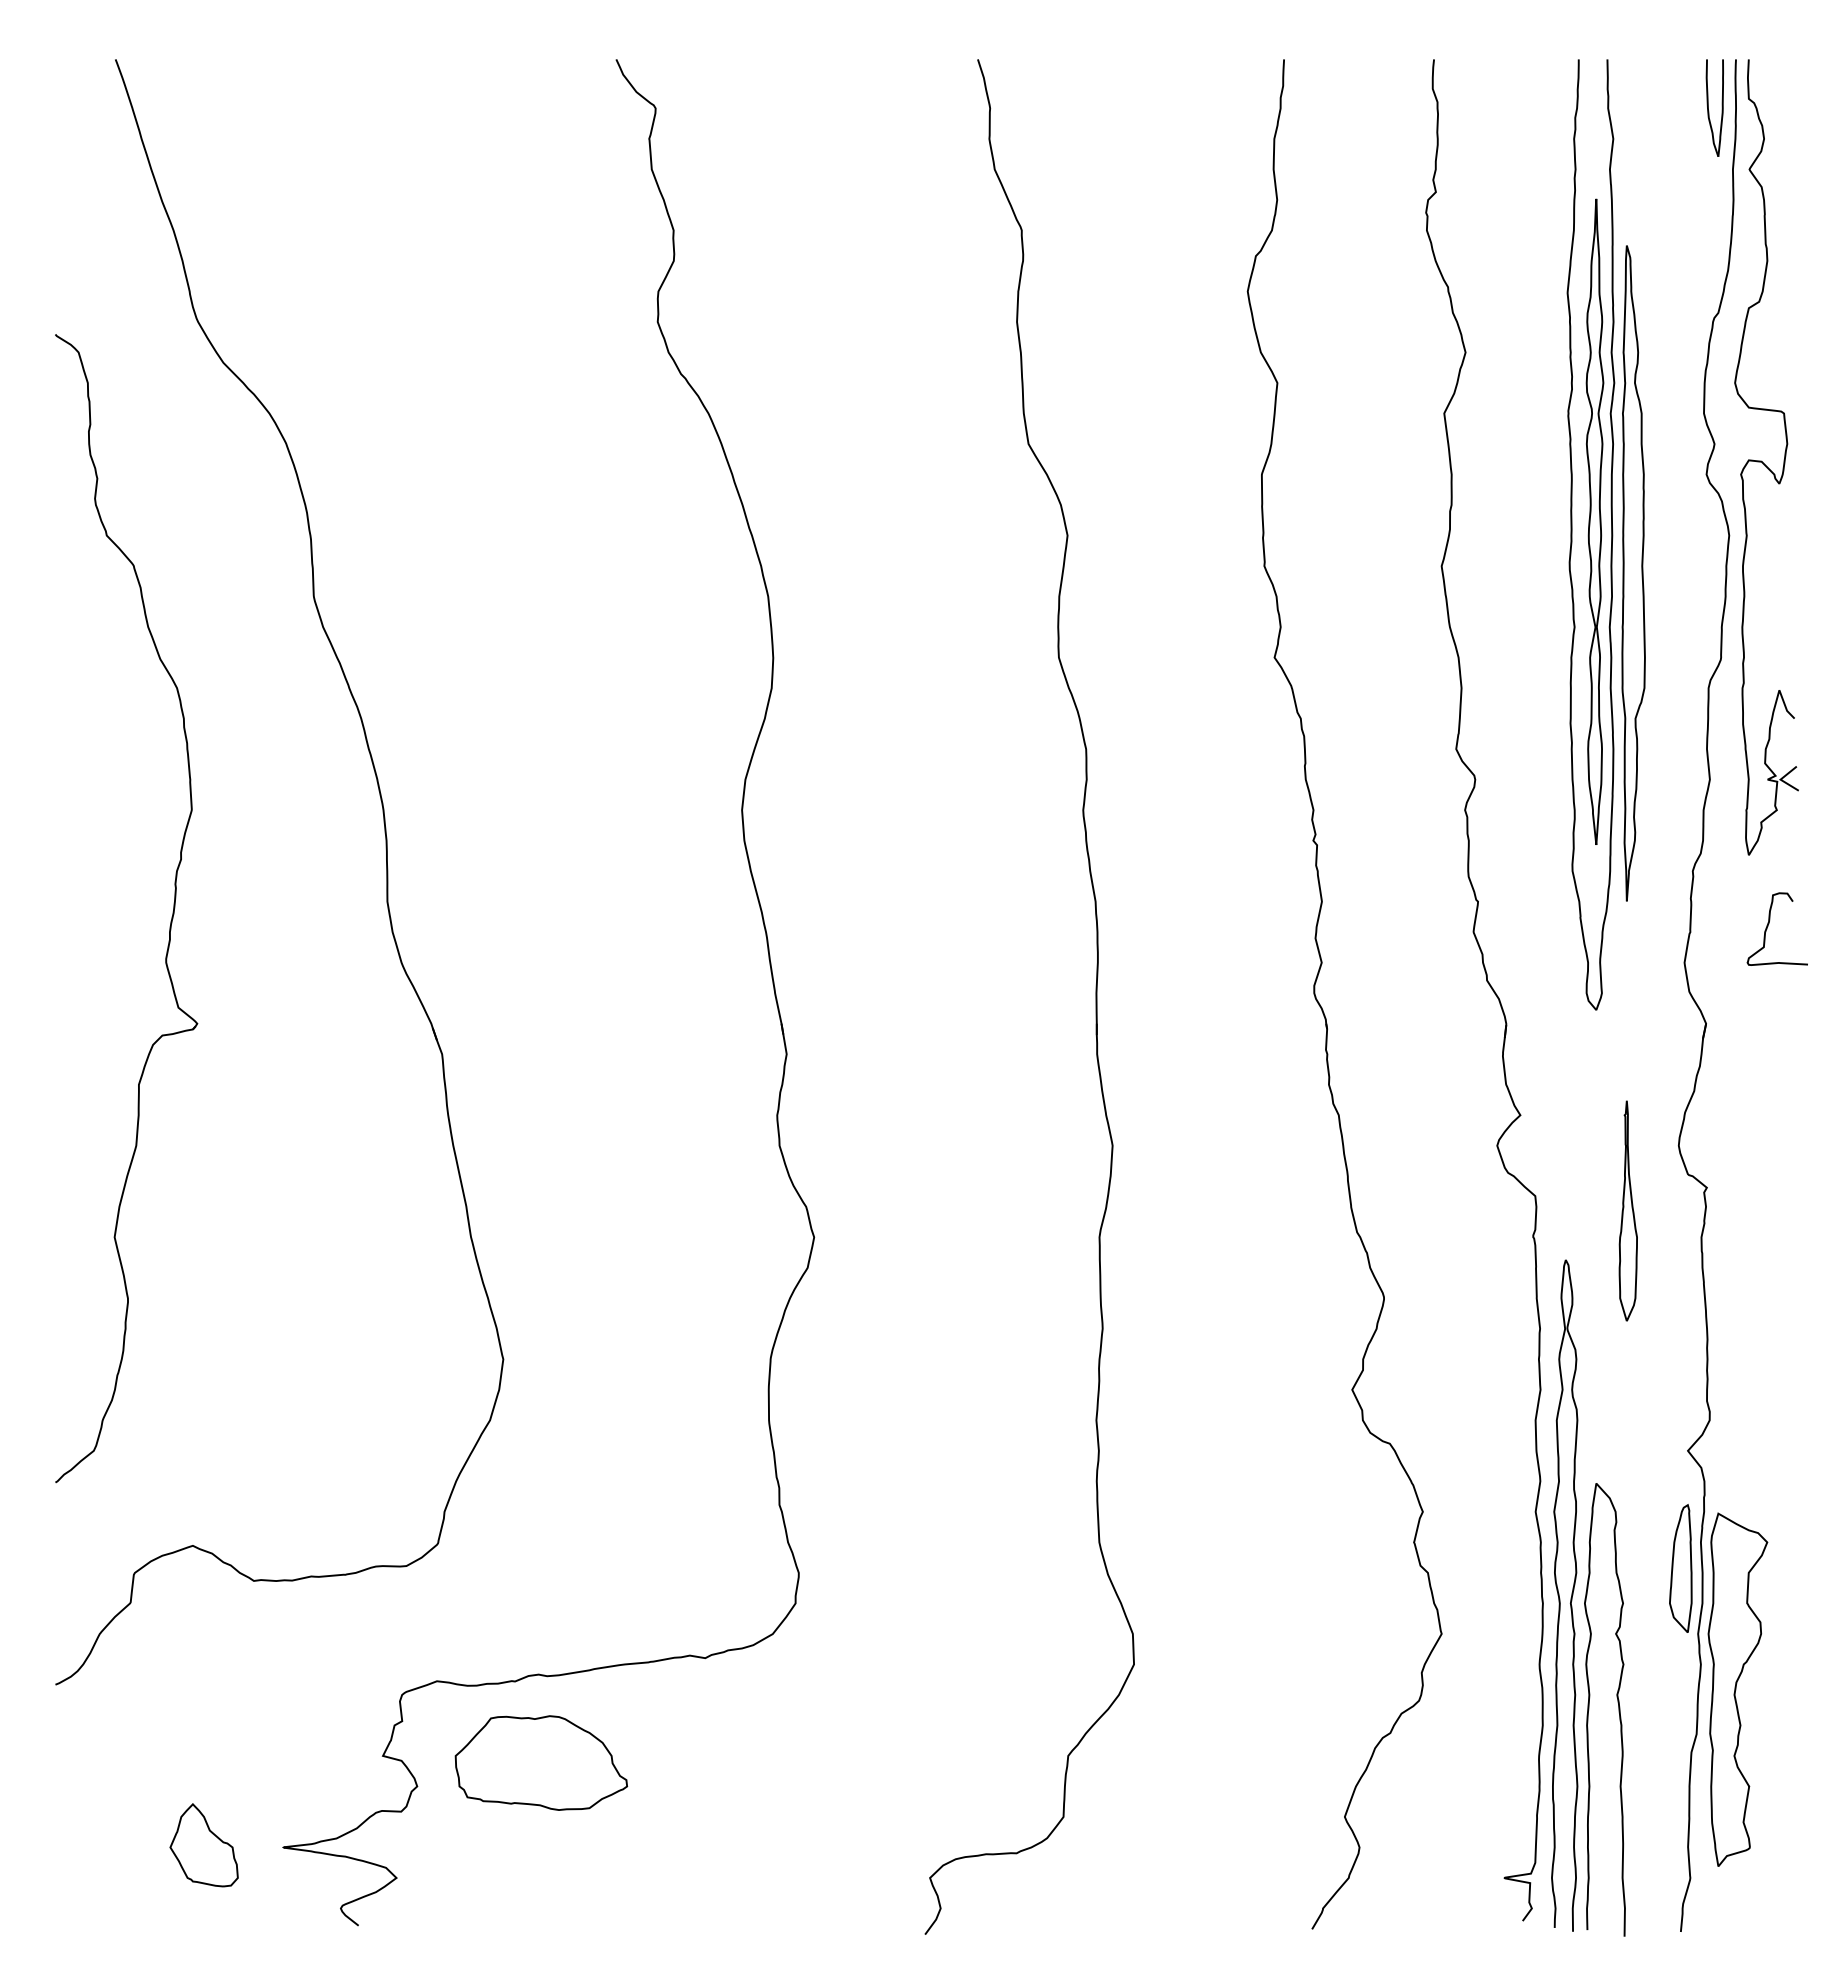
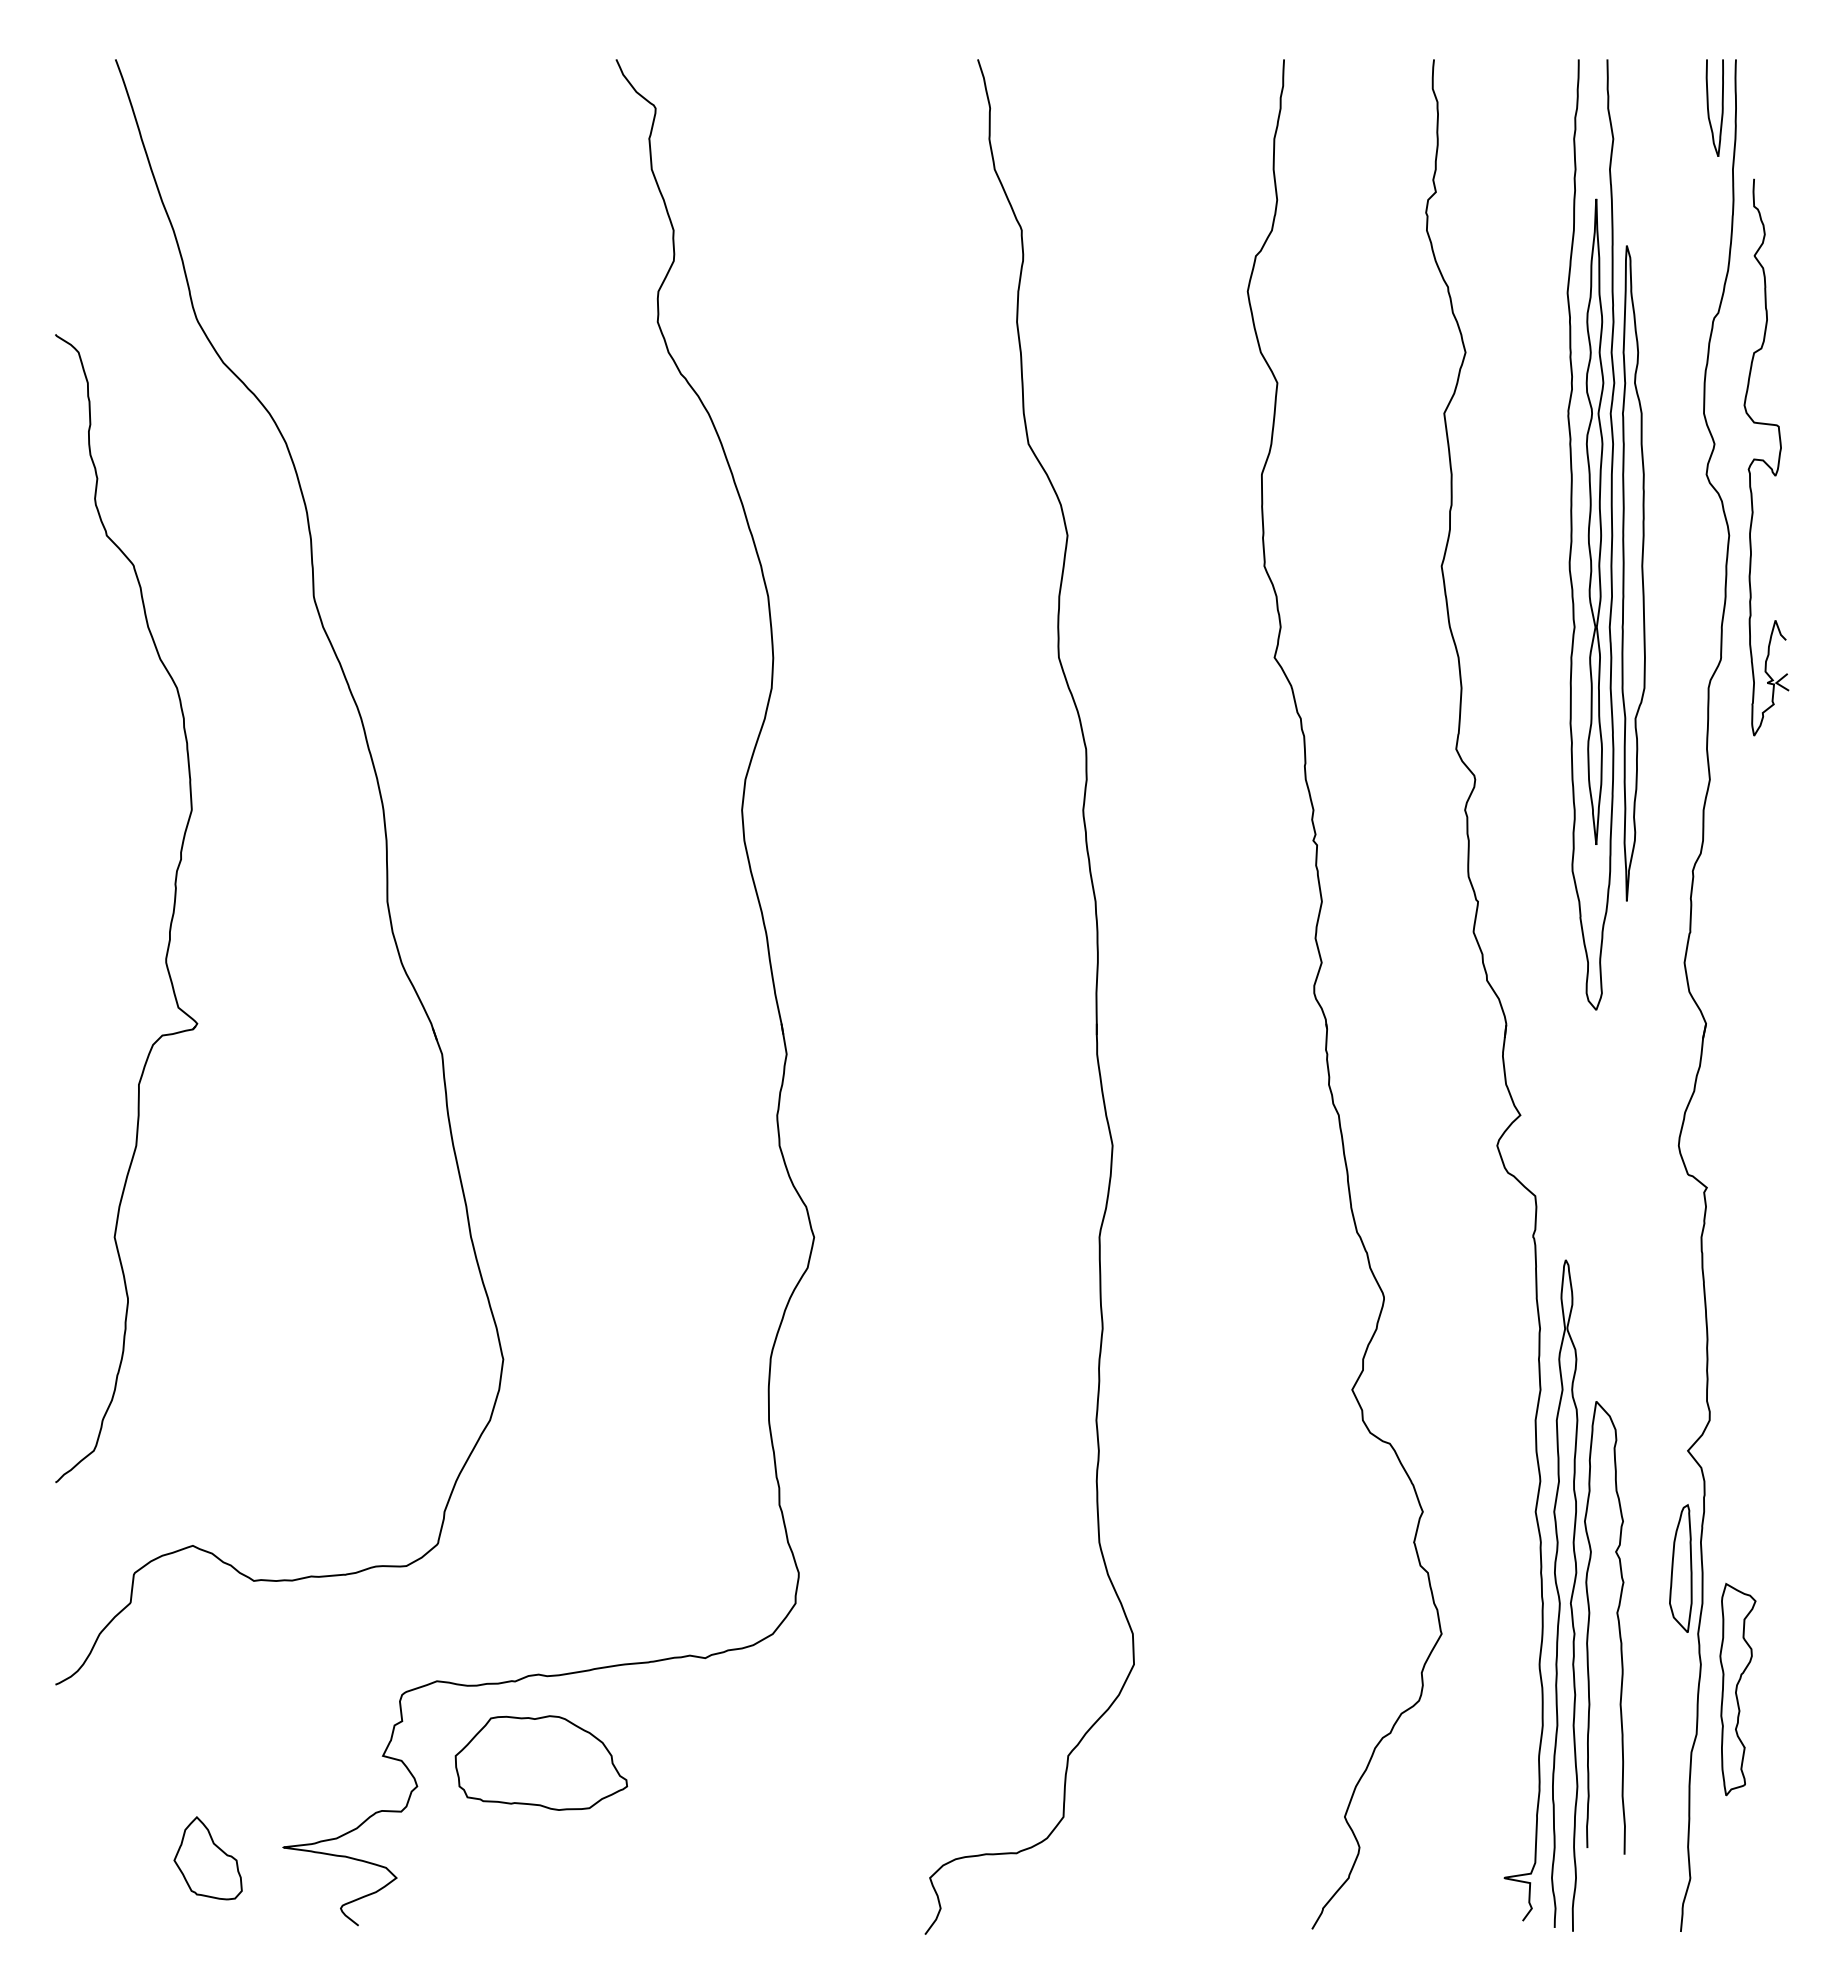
part at (1766, 457) size: 65x797 px -> 47x559 px
curve at (1768, 926): present -> none
part at (1627, 1210): present -> none
part at (1737, 1689) size: 62x355 px -> 38x215 px
curve at (1618, 1709) position: (1618, 1709) -> (1618, 1627)
part at (203, 1845) position: (203, 1845) -> (207, 1858)
